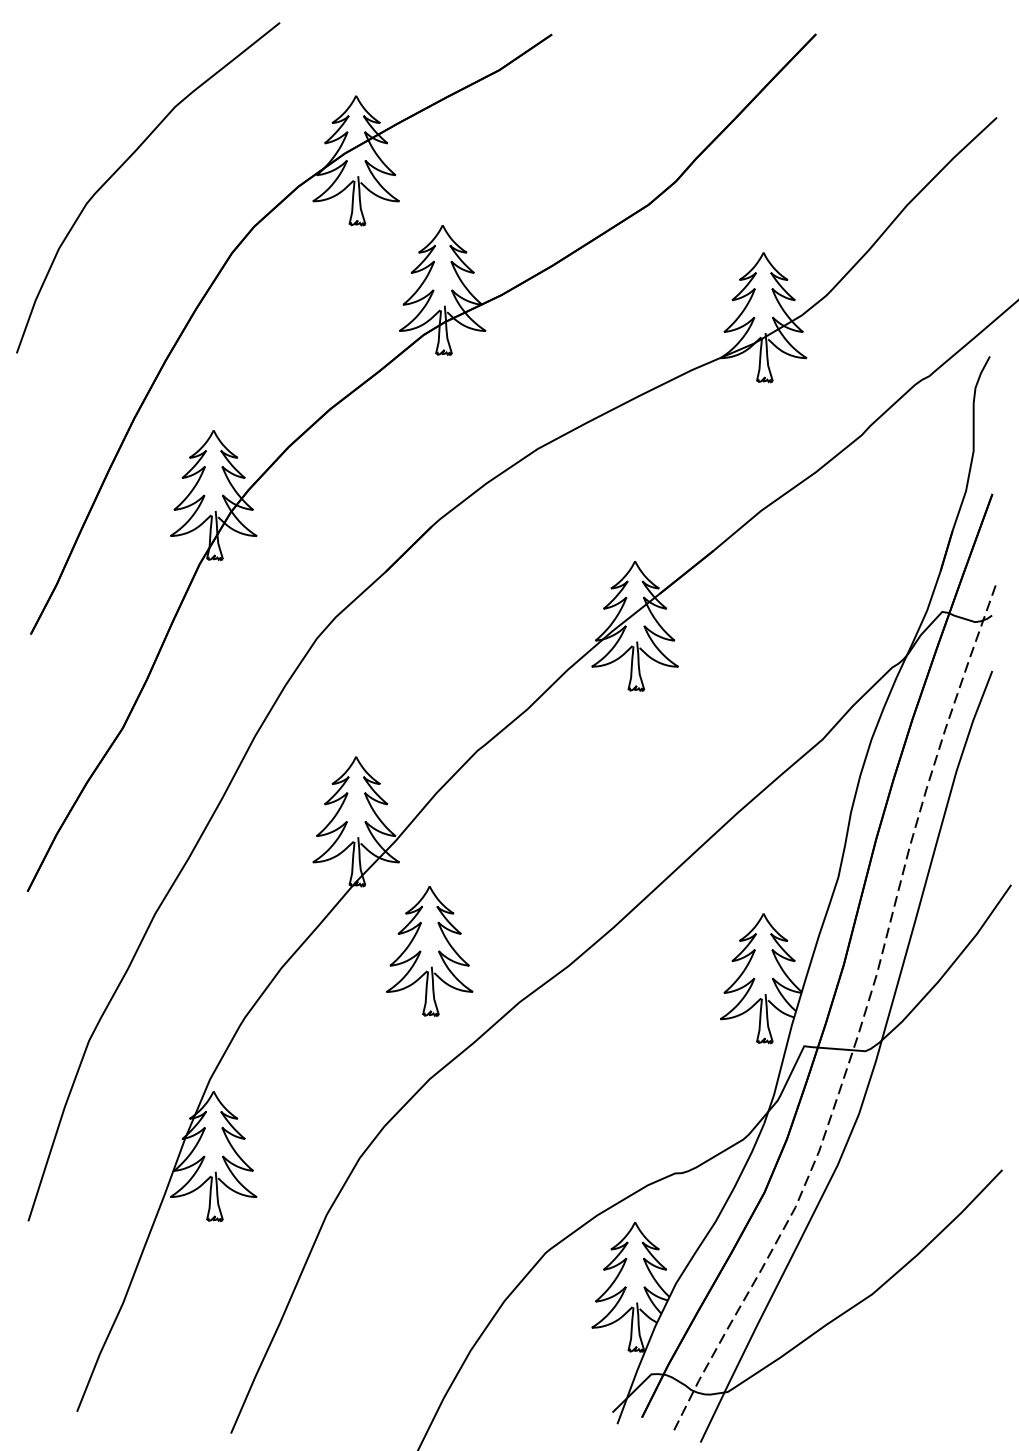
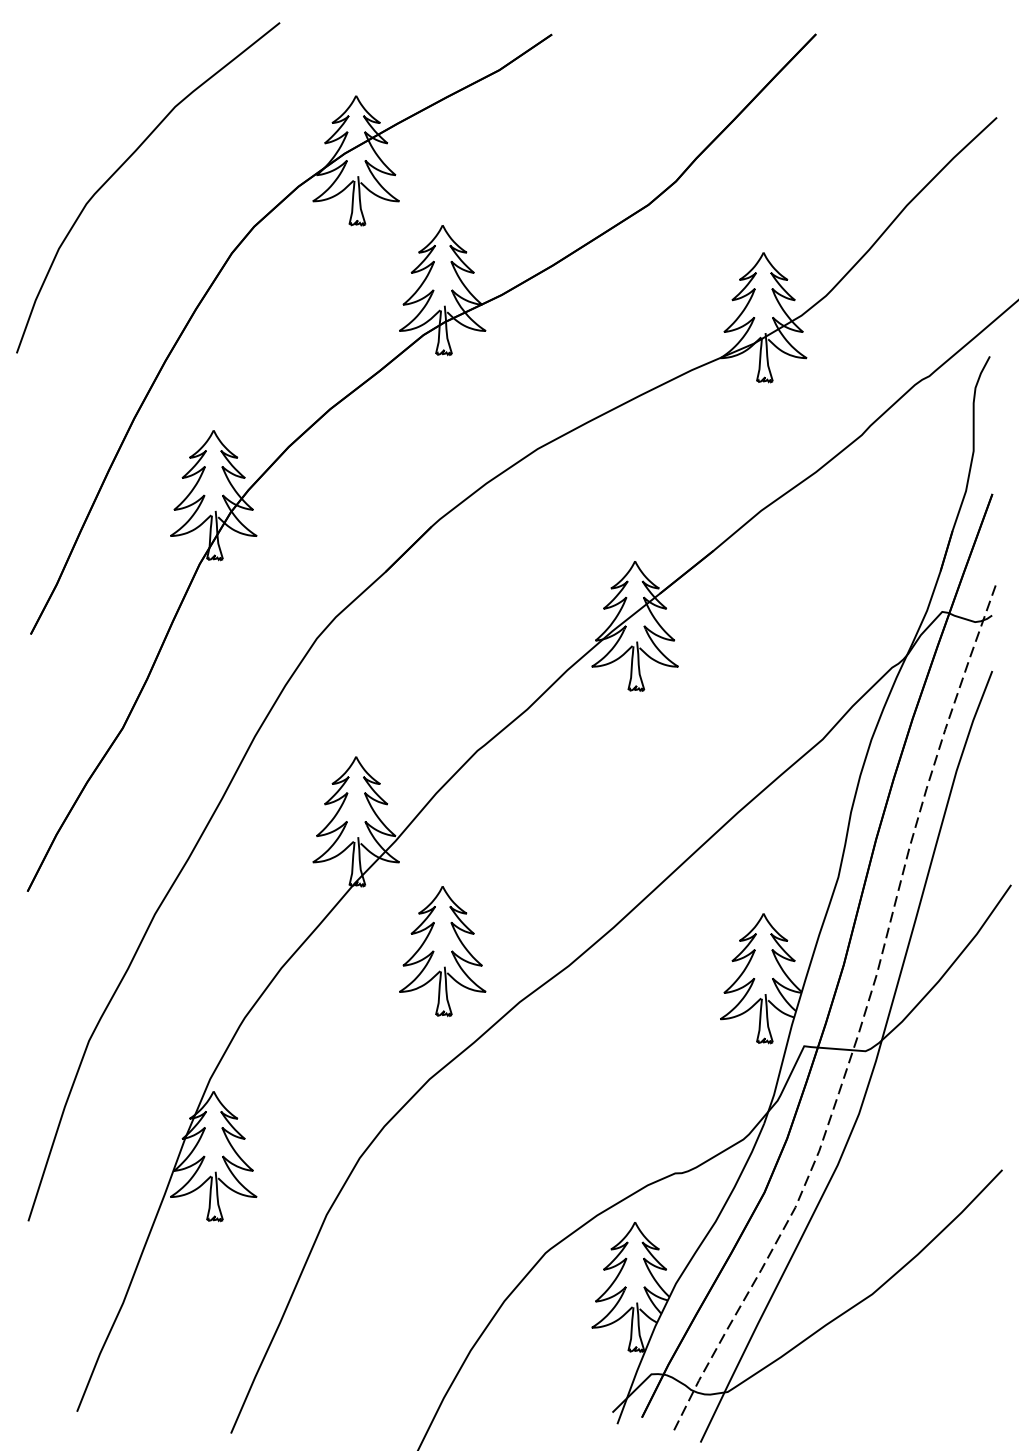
part at (429, 951) position: (429, 951) -> (442, 951)
